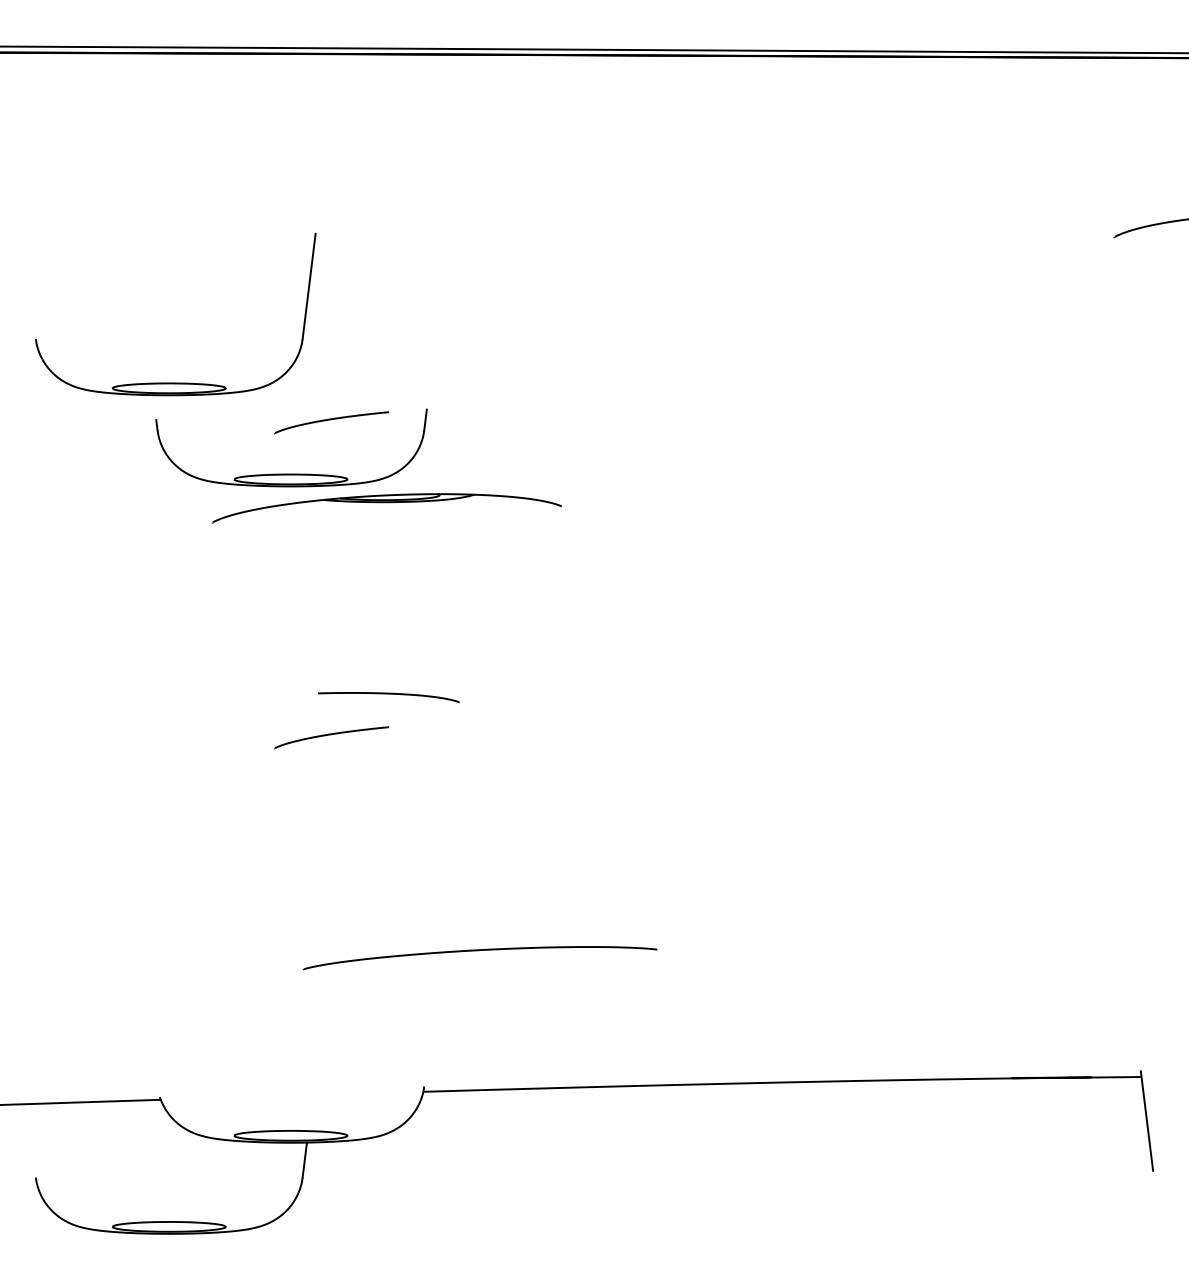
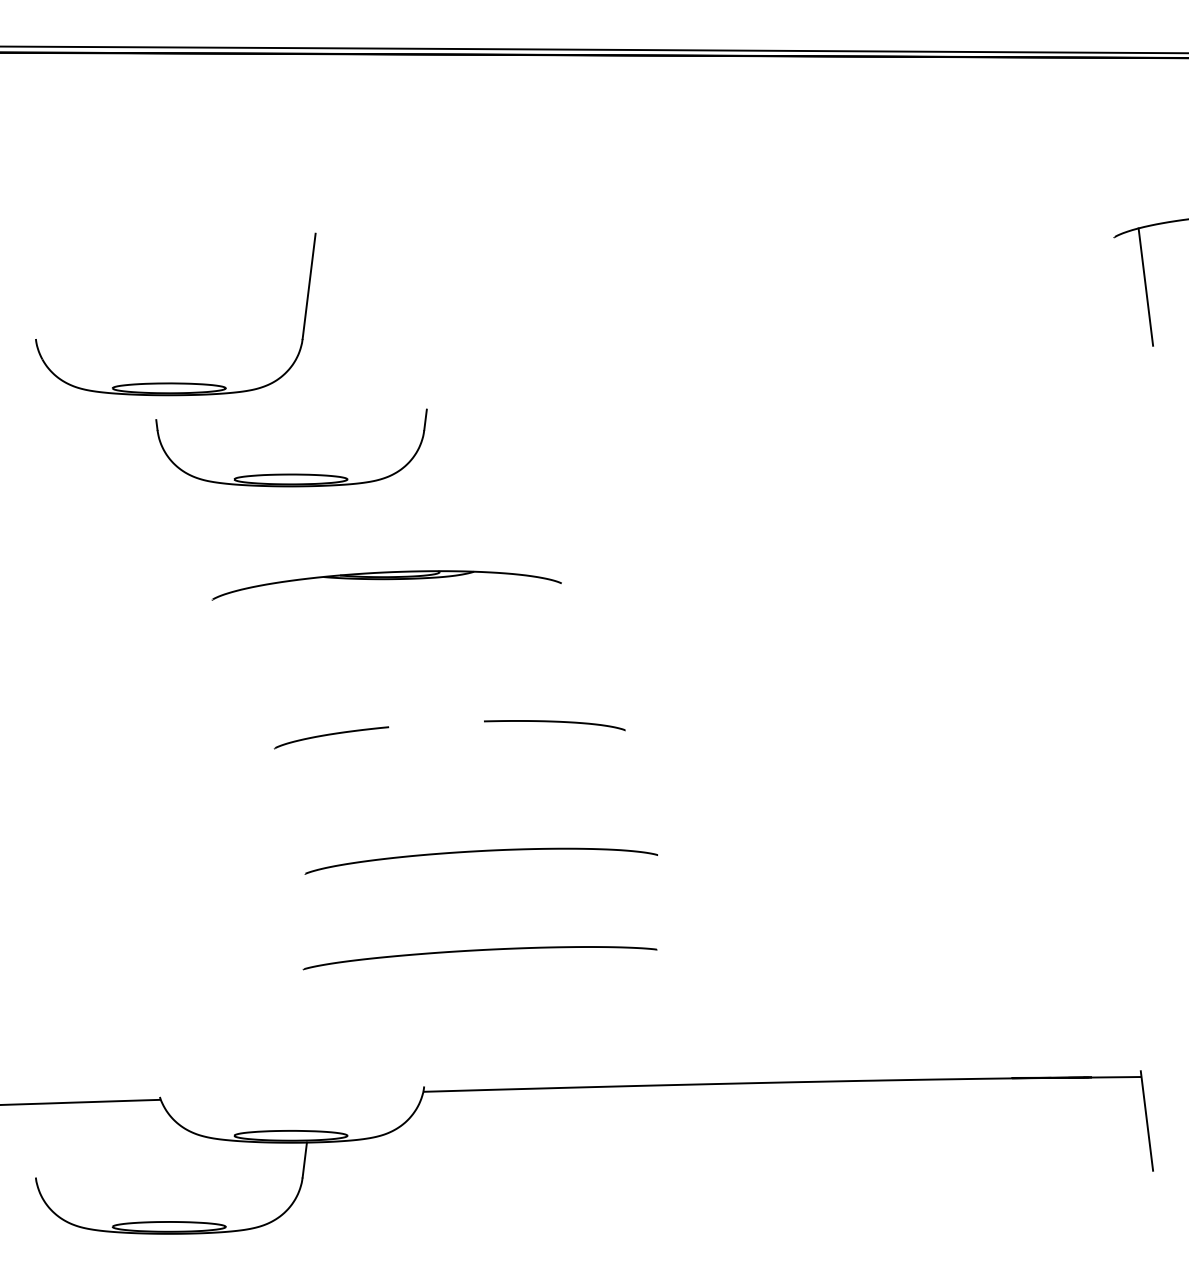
line at (1145, 286): none -> present
curve at (331, 420): present -> none
part at (386, 508) position: (386, 508) -> (386, 585)
curve at (388, 694) position: (388, 694) -> (554, 722)
curve at (478, 852): none -> present
